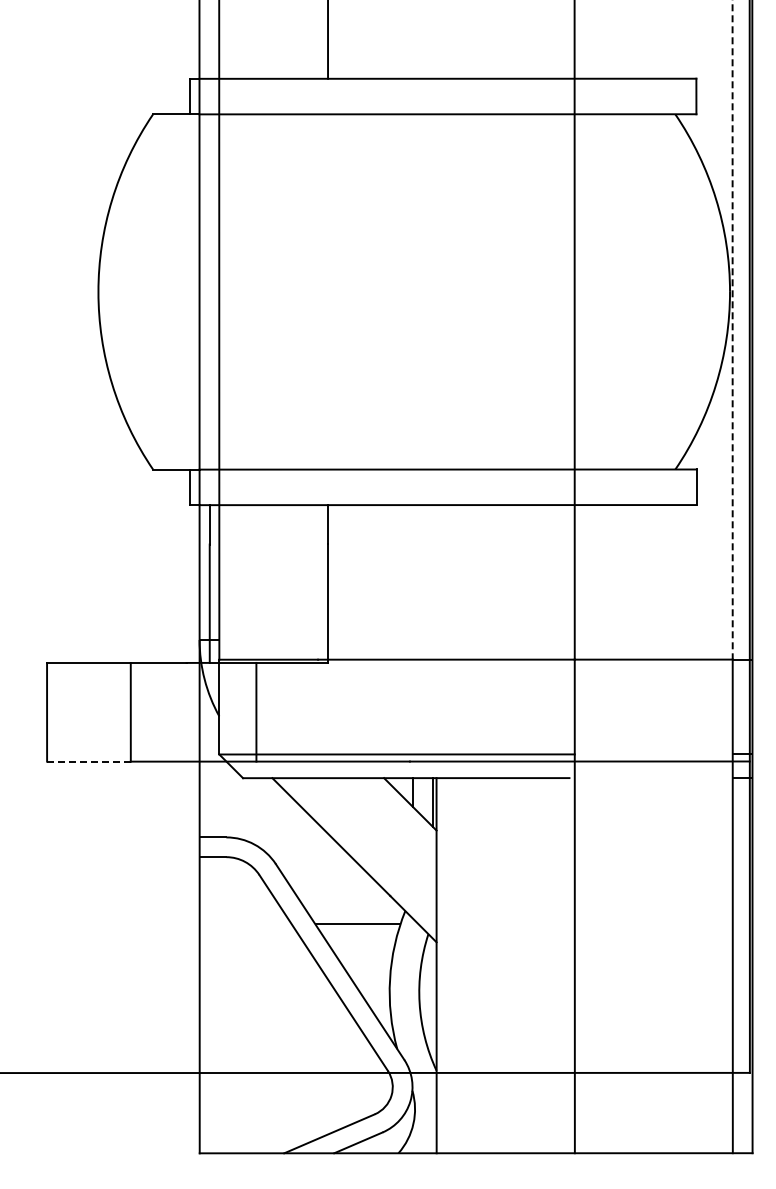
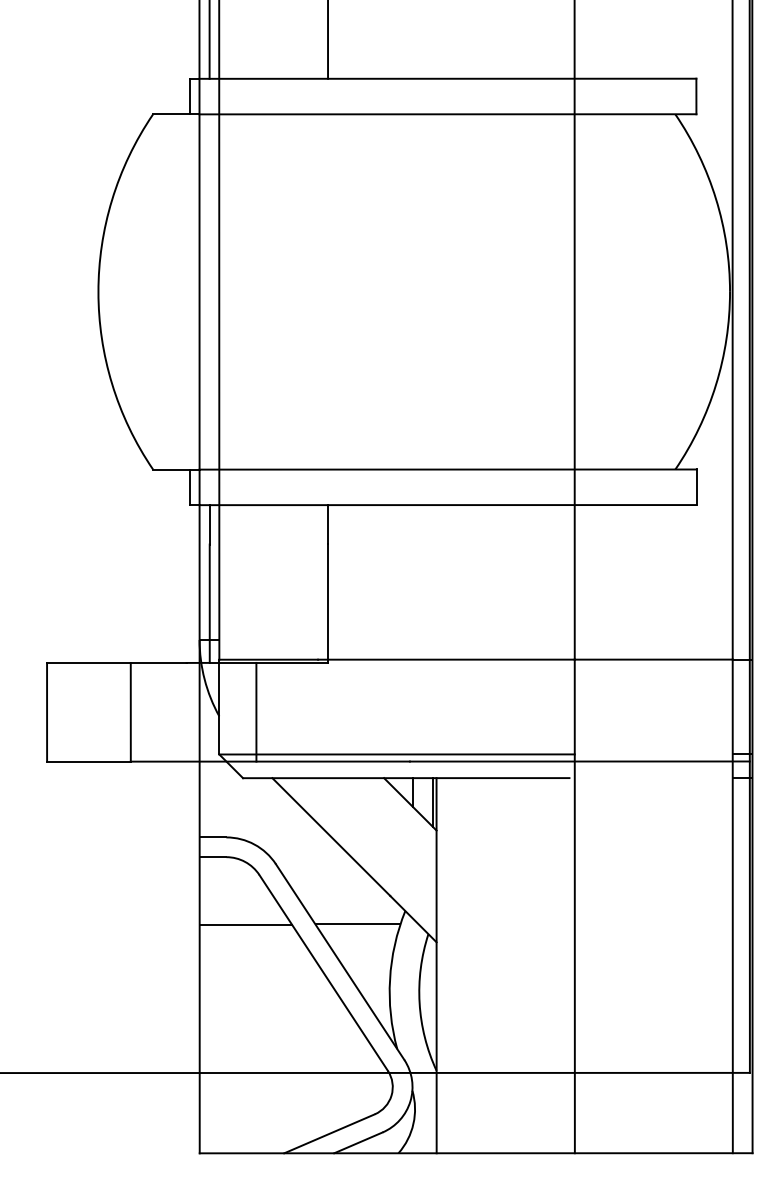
line at (209, 40): none -> present
line at (732, 330): dashed -> solid
line at (88, 761): dashed -> solid
line at (245, 924): none -> present
